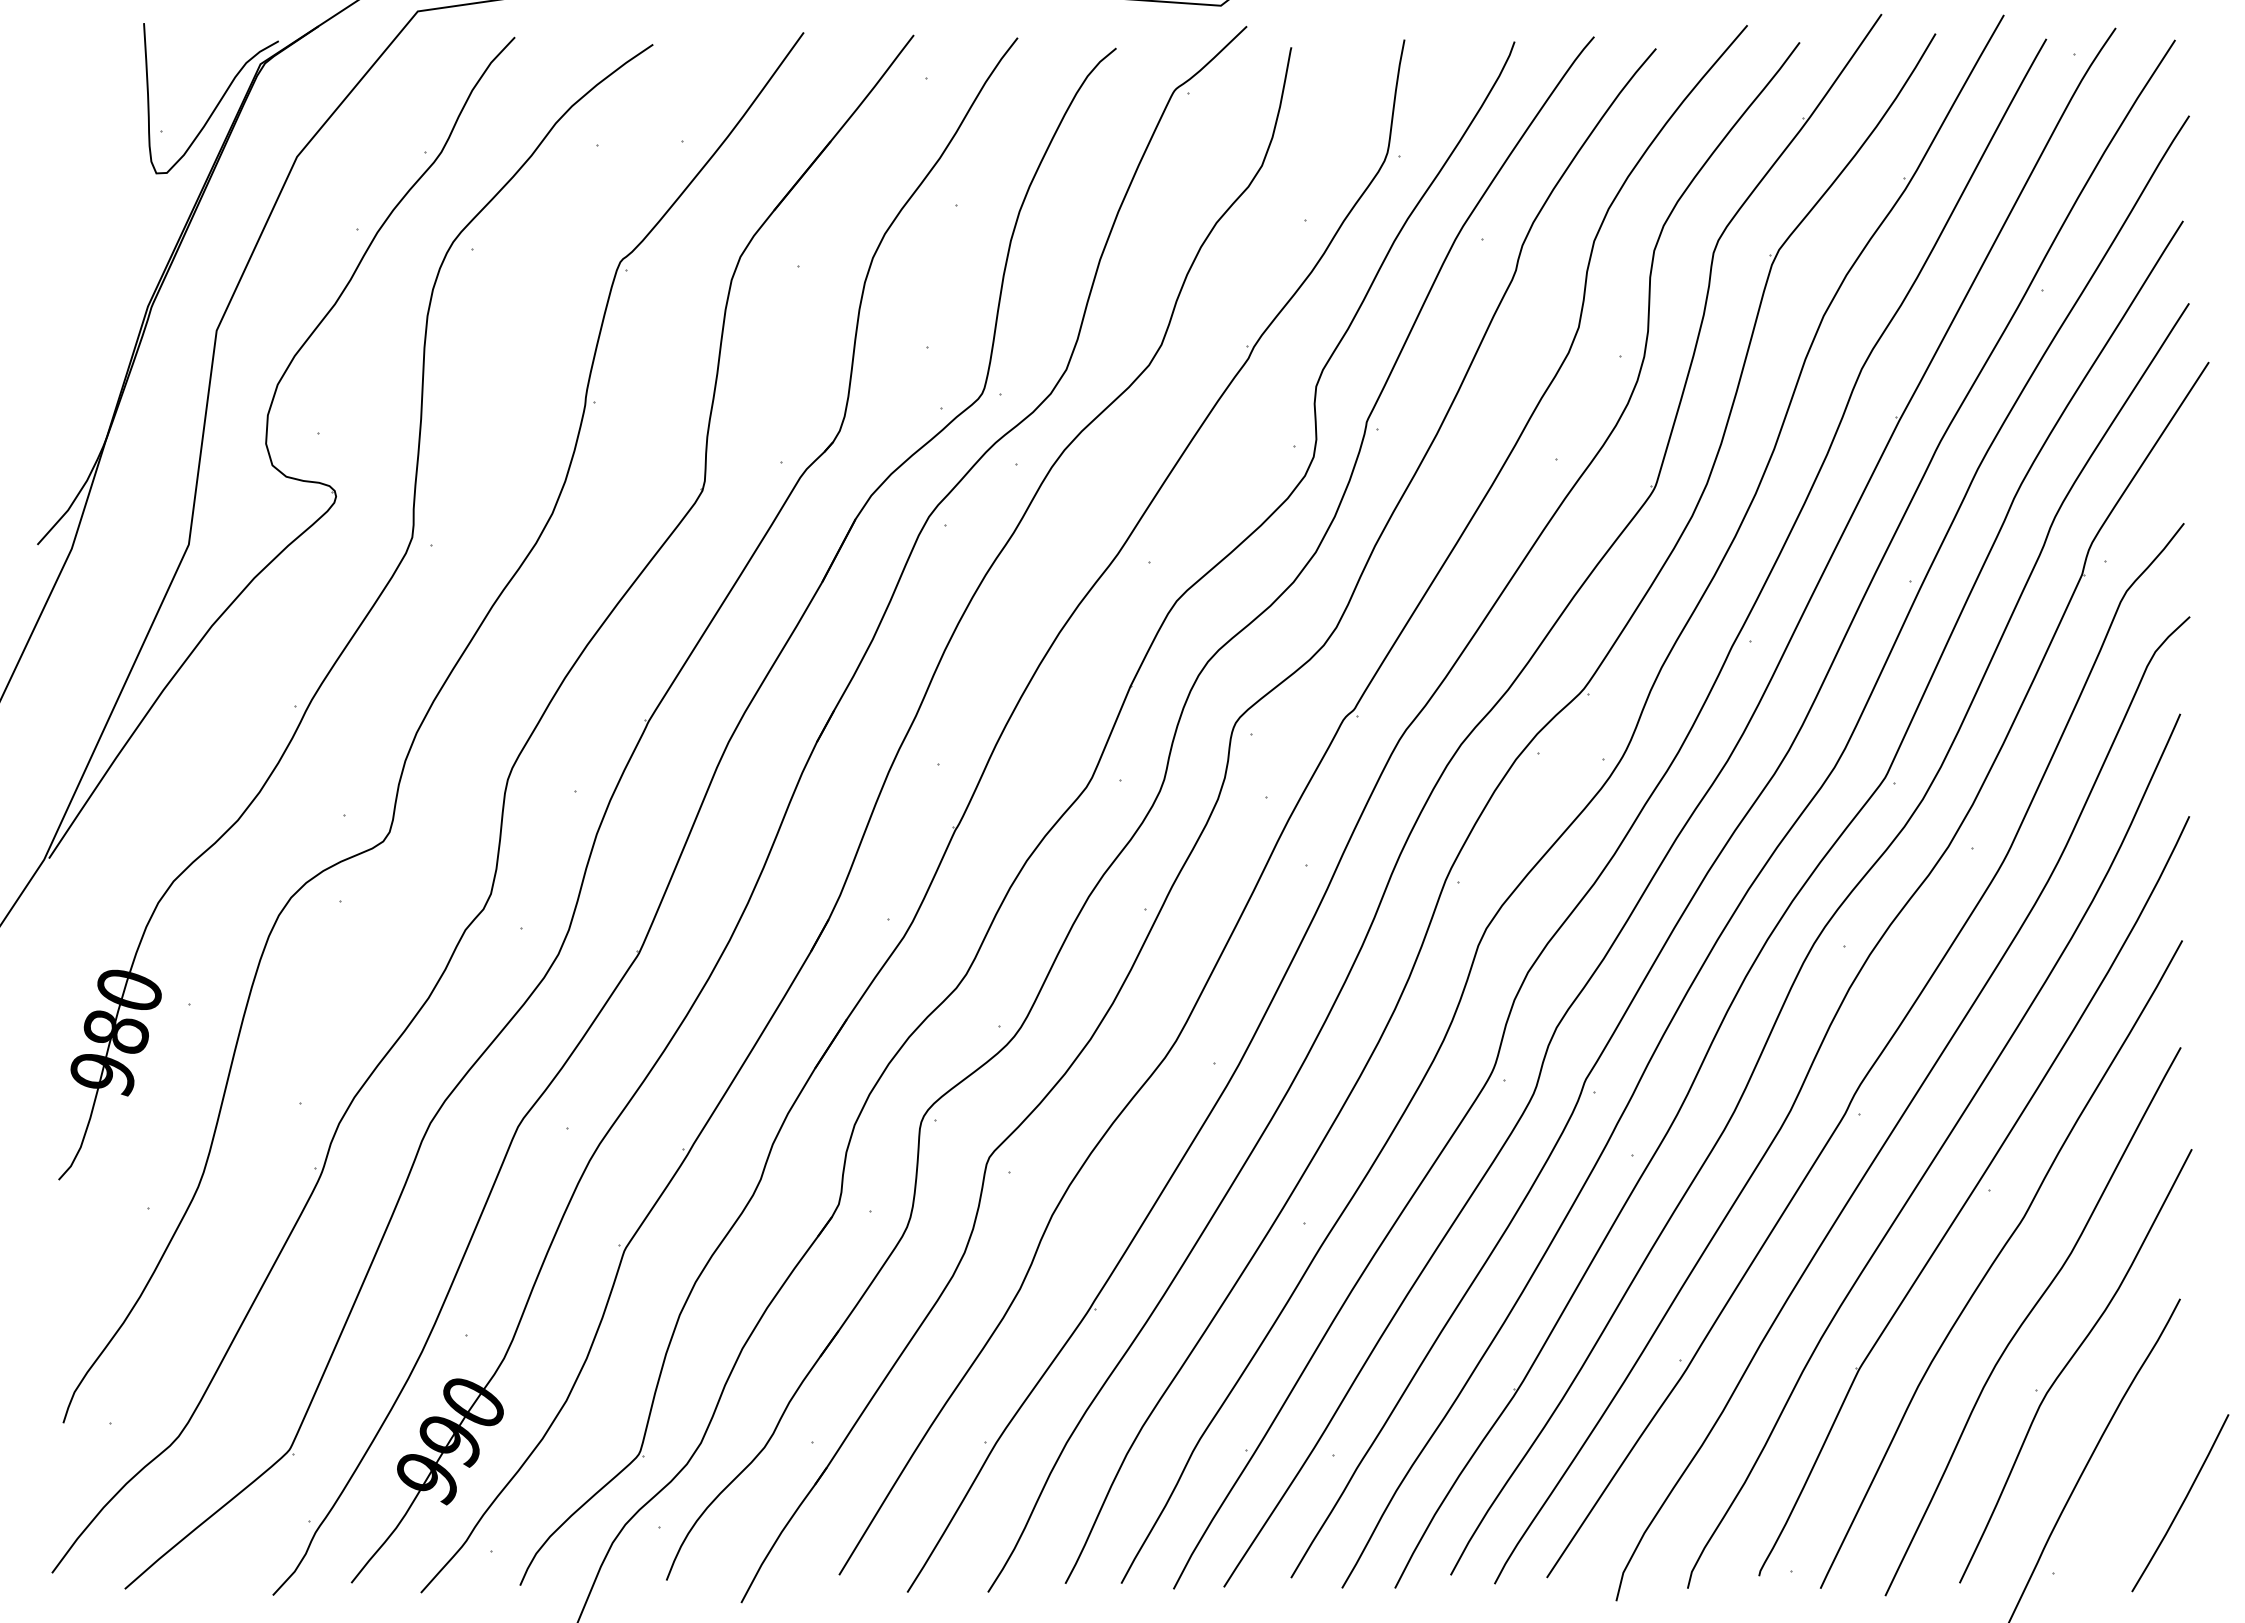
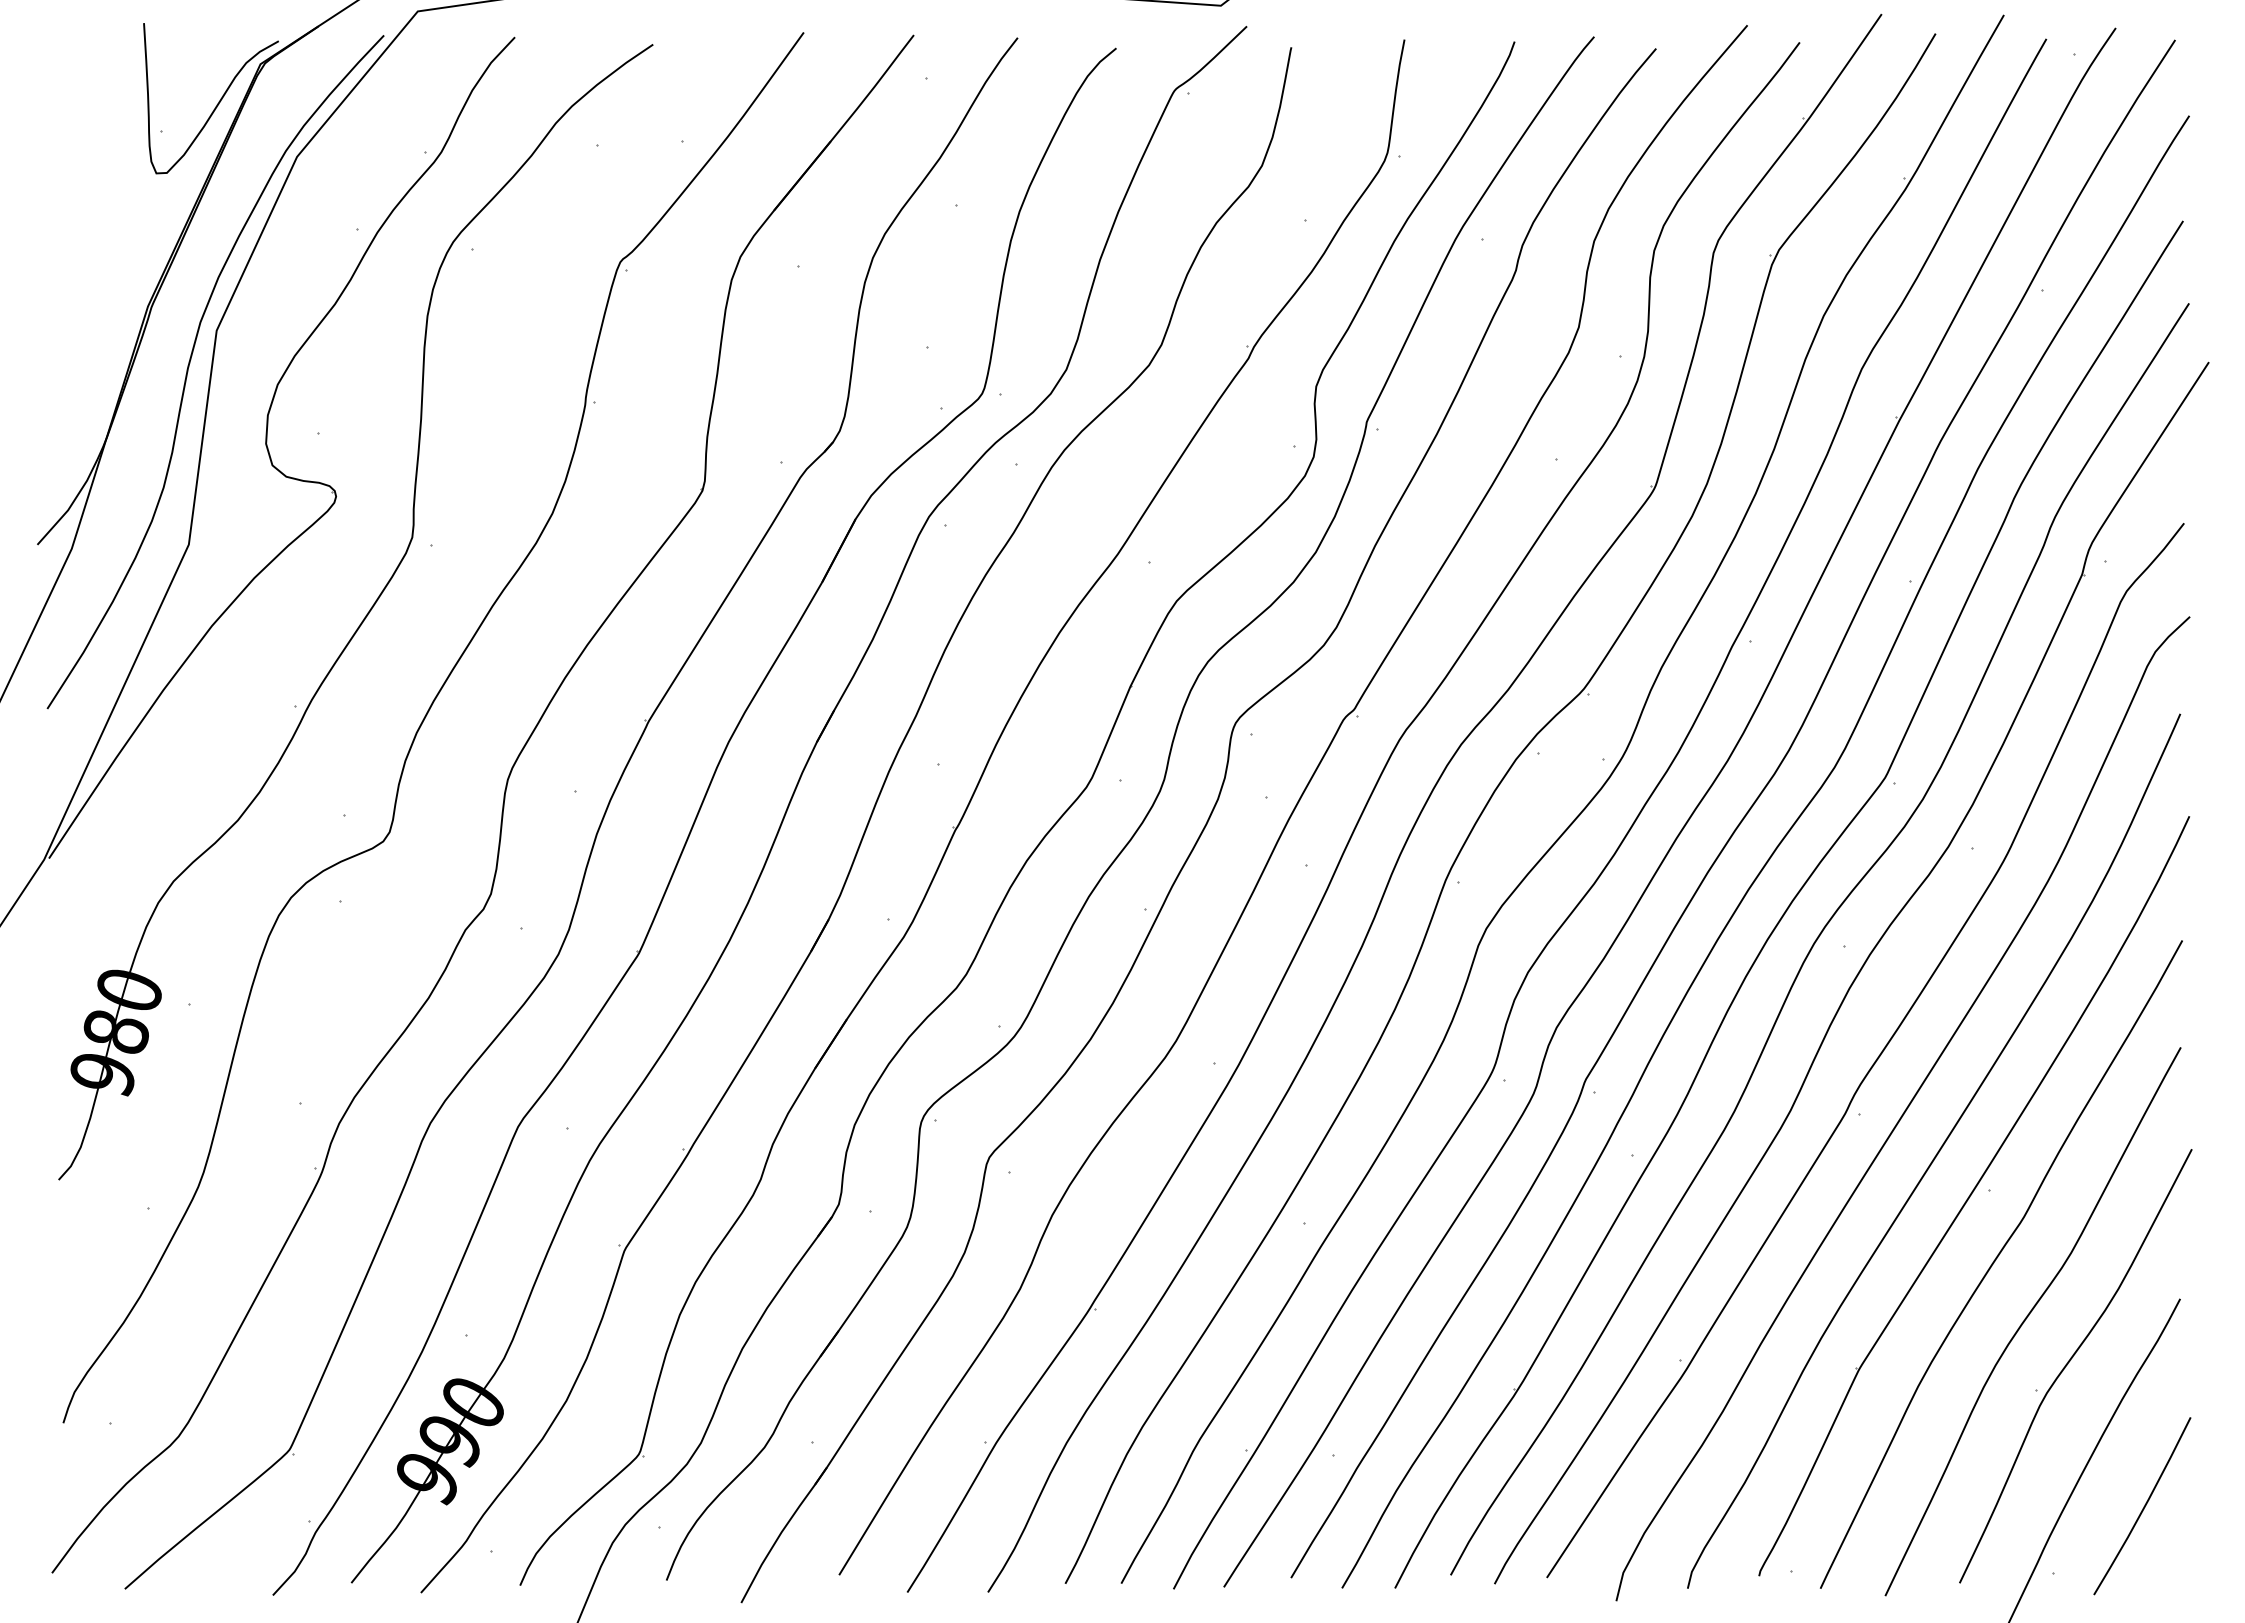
curve at (189, 367): none -> present
curve at (2181, 1503) position: (2181, 1503) -> (2143, 1506)
